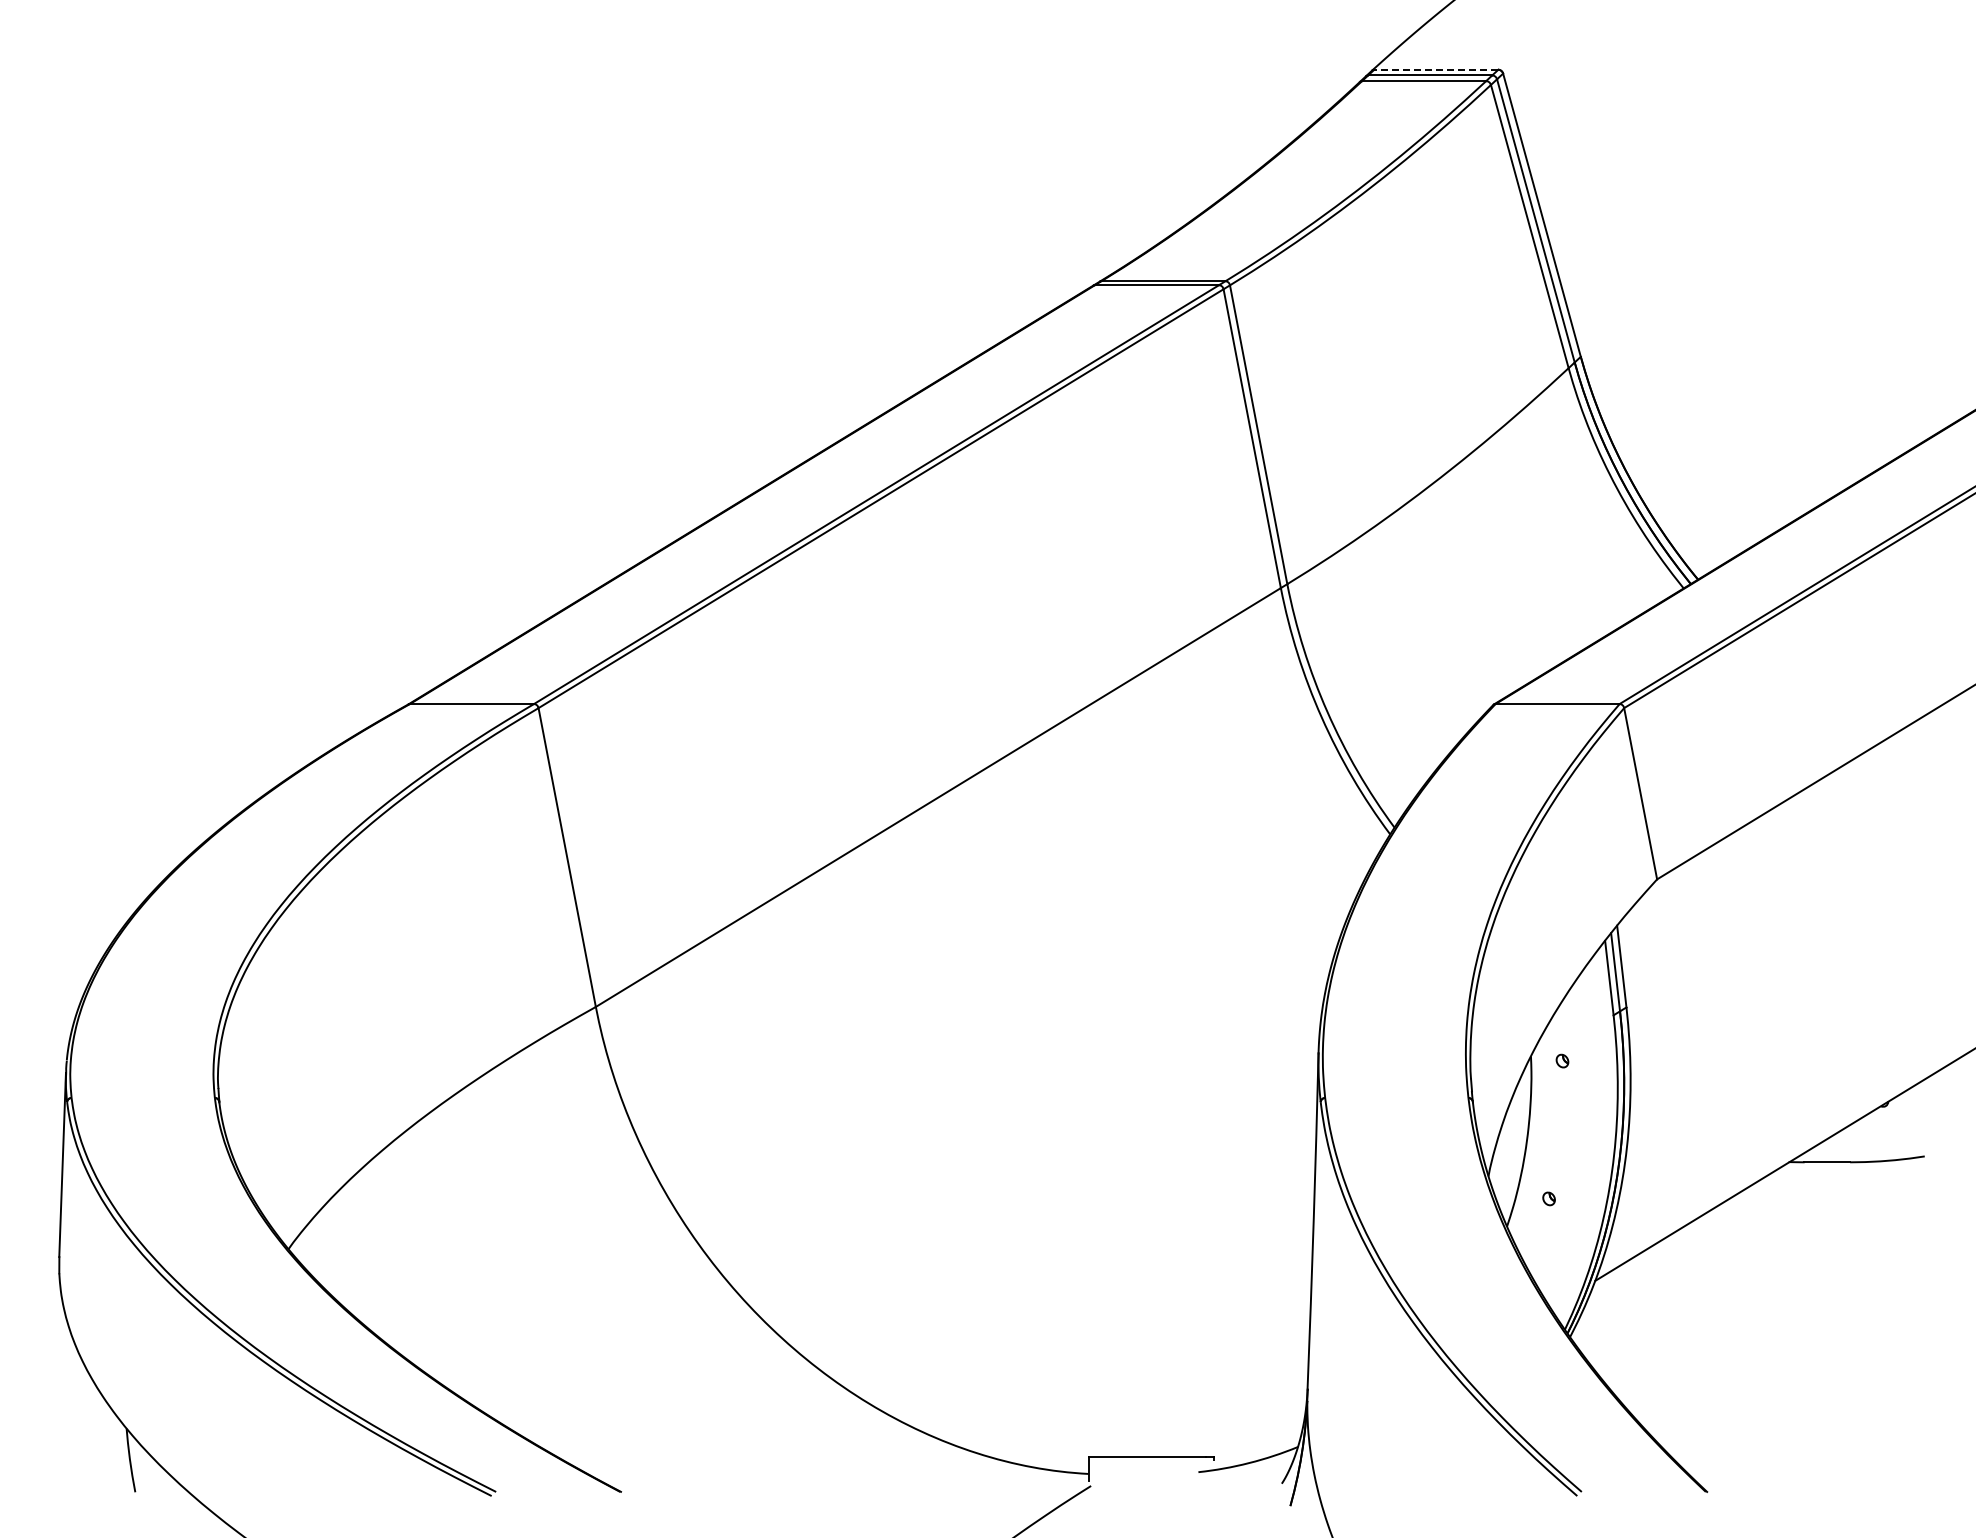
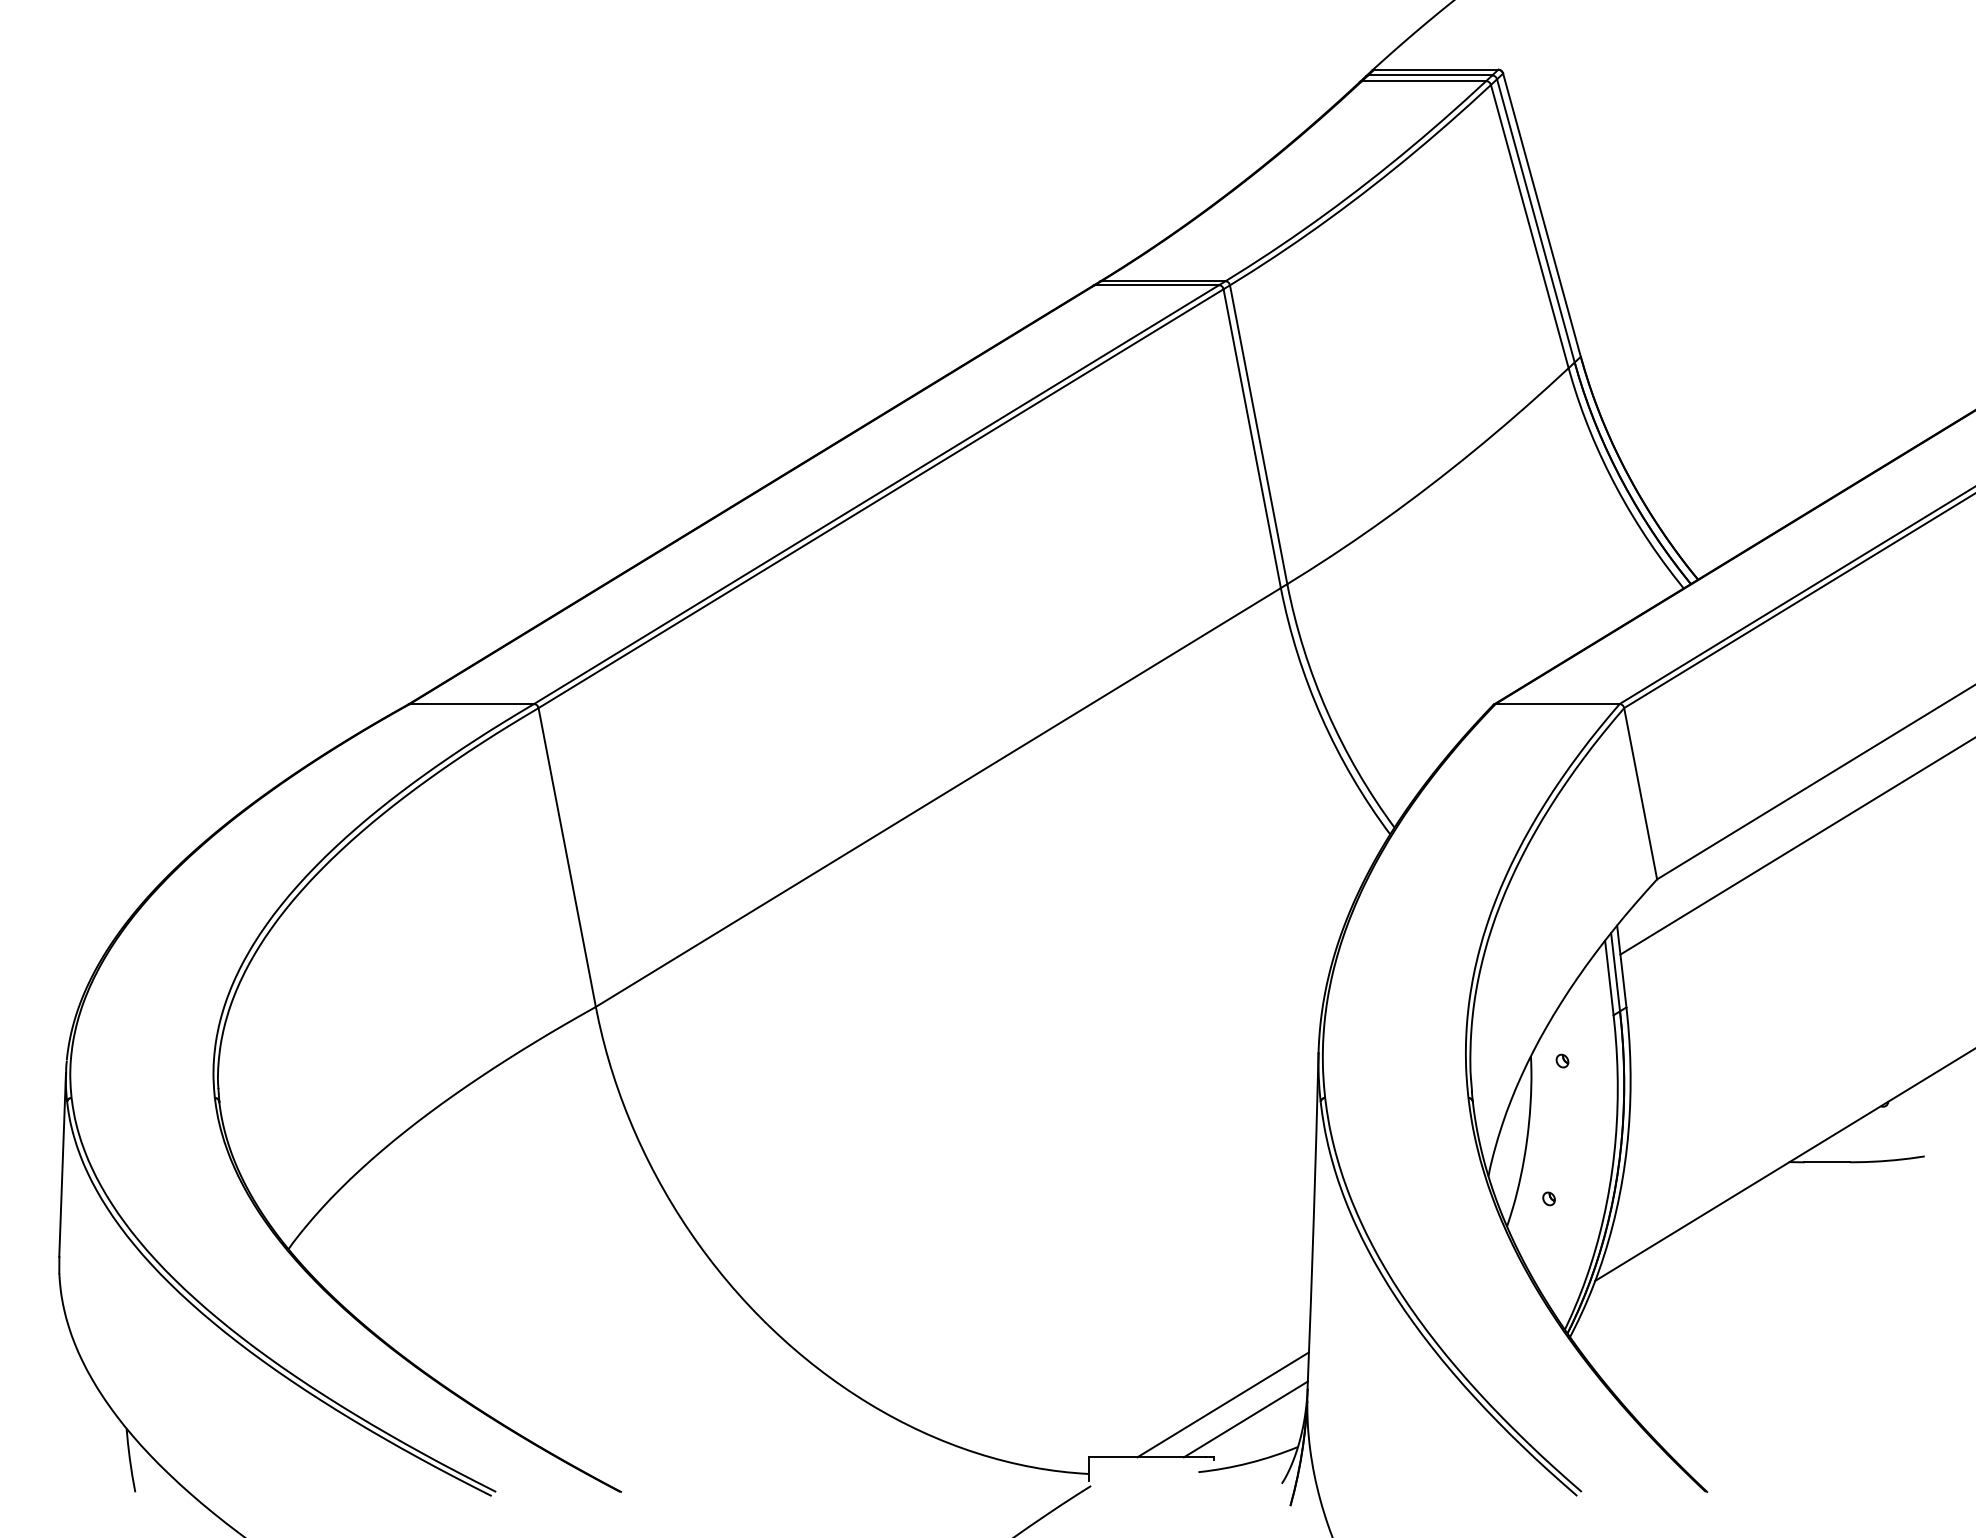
line at (1435, 69): dashed -> solid
line at (1796, 846): none -> present
line at (1222, 1404): none -> present
line at (1245, 1419): none -> present
